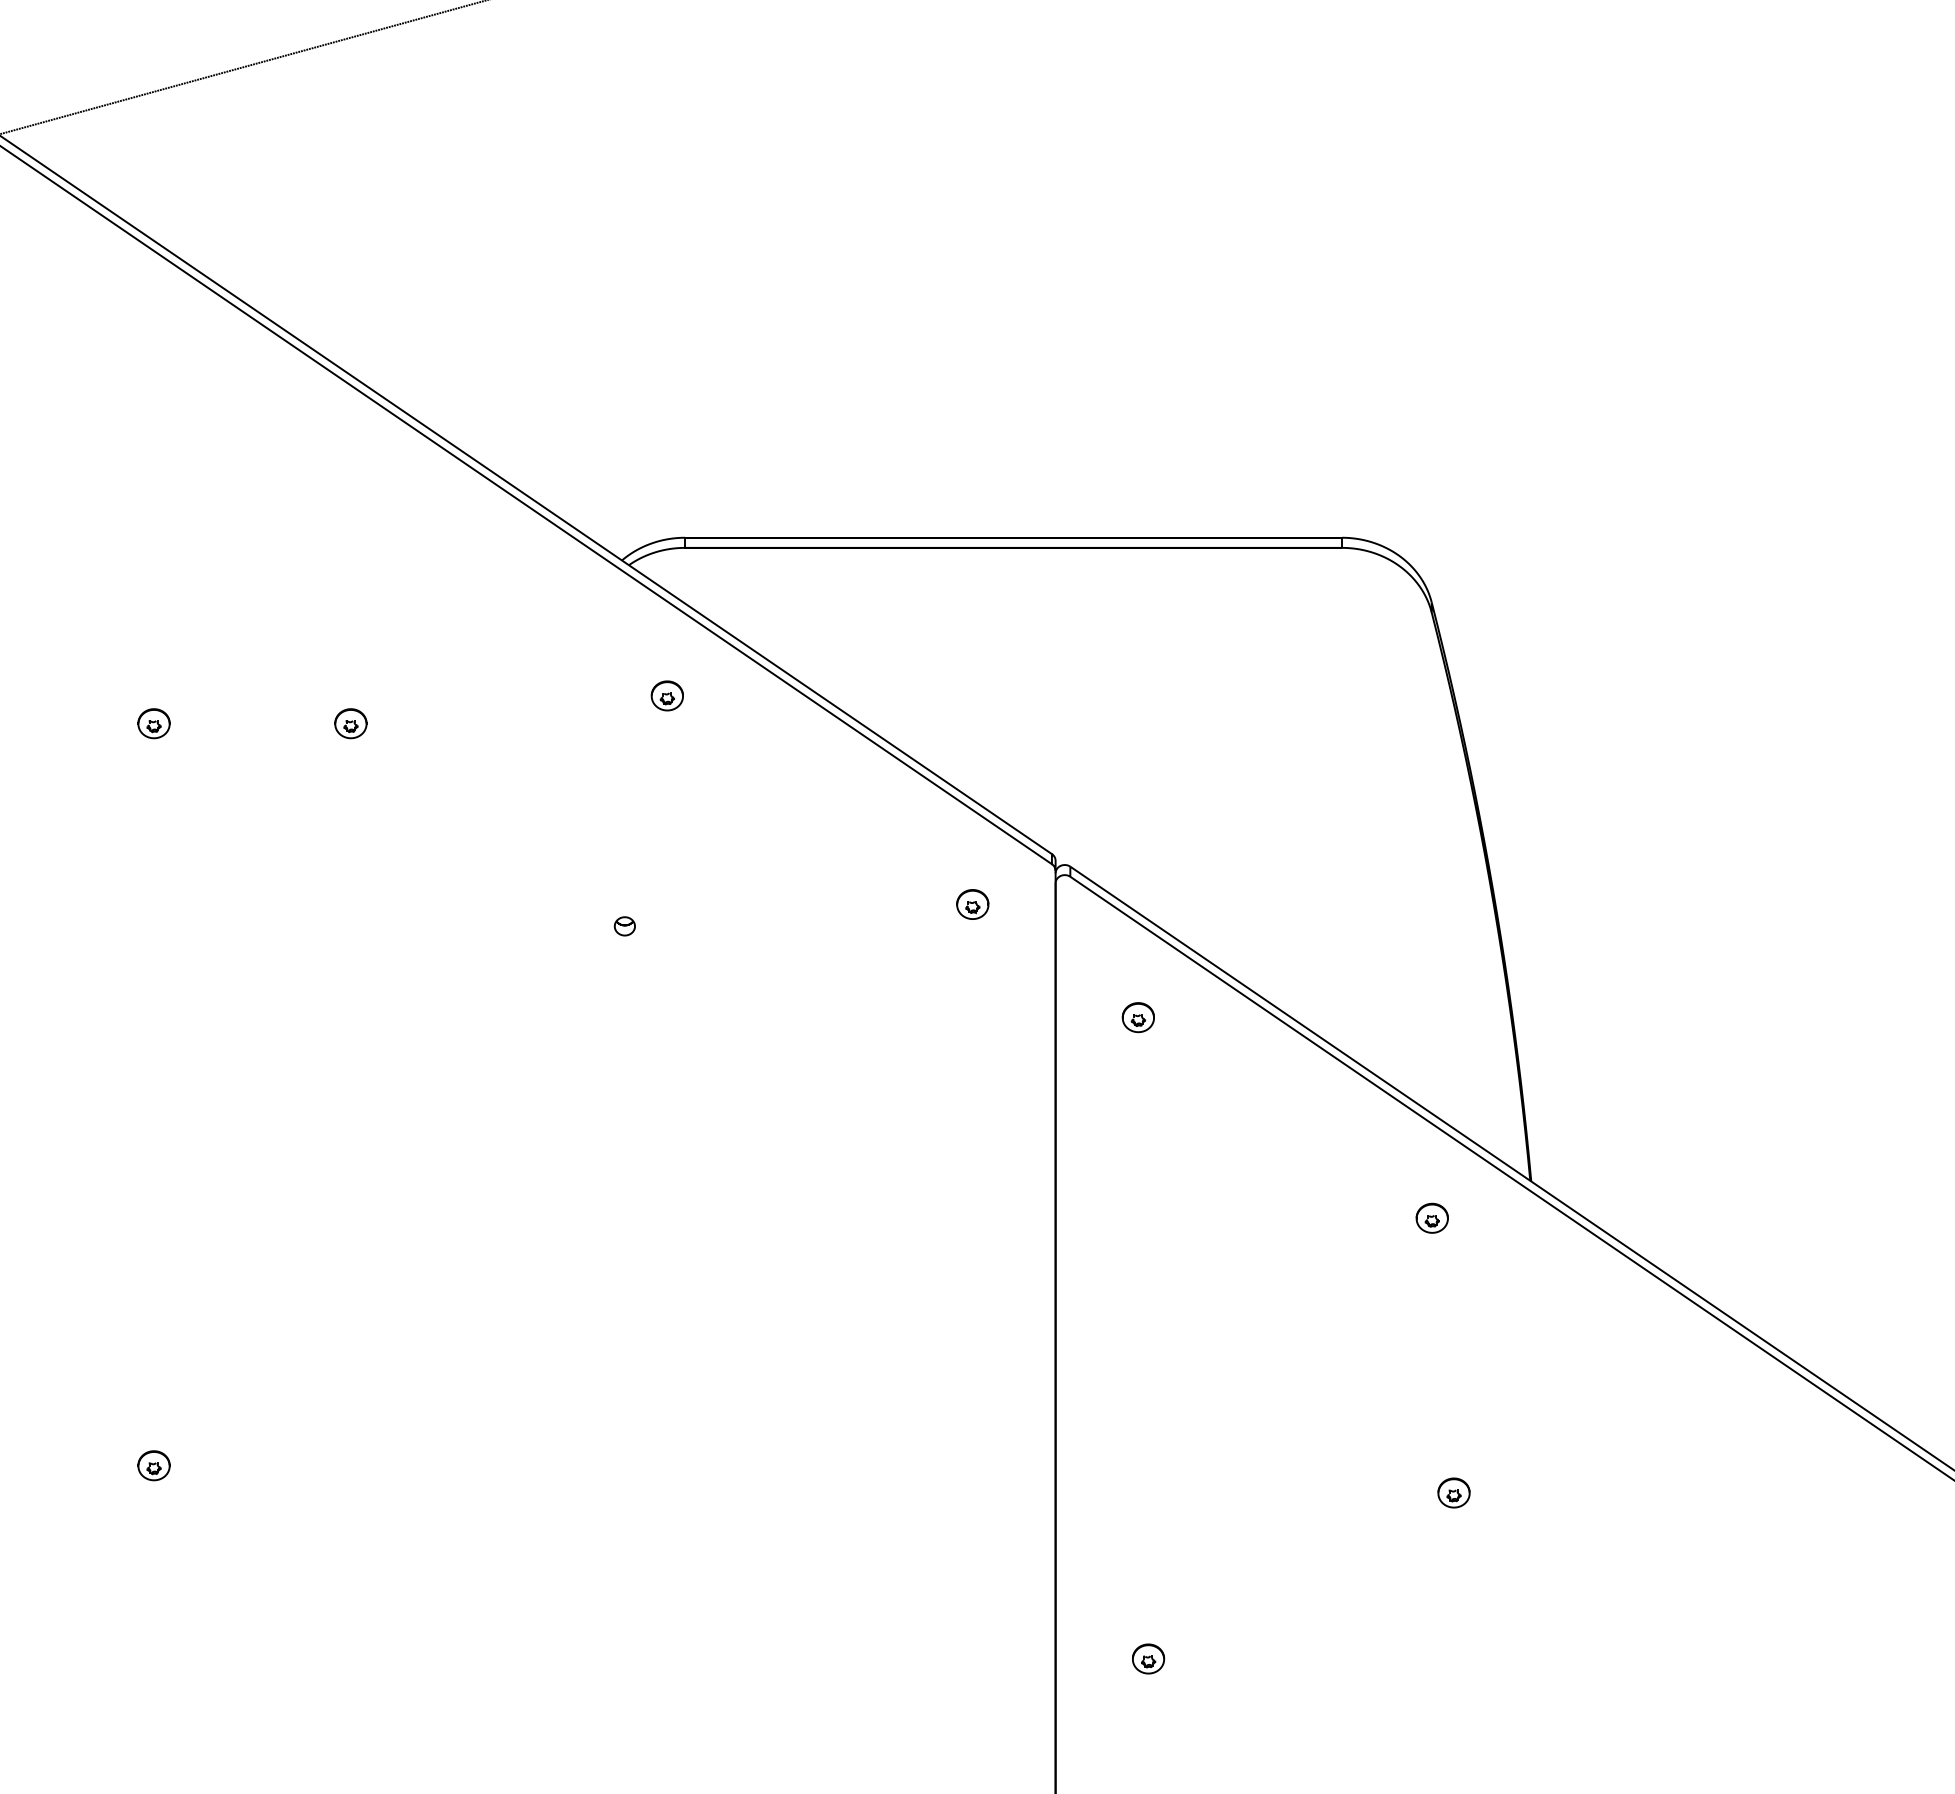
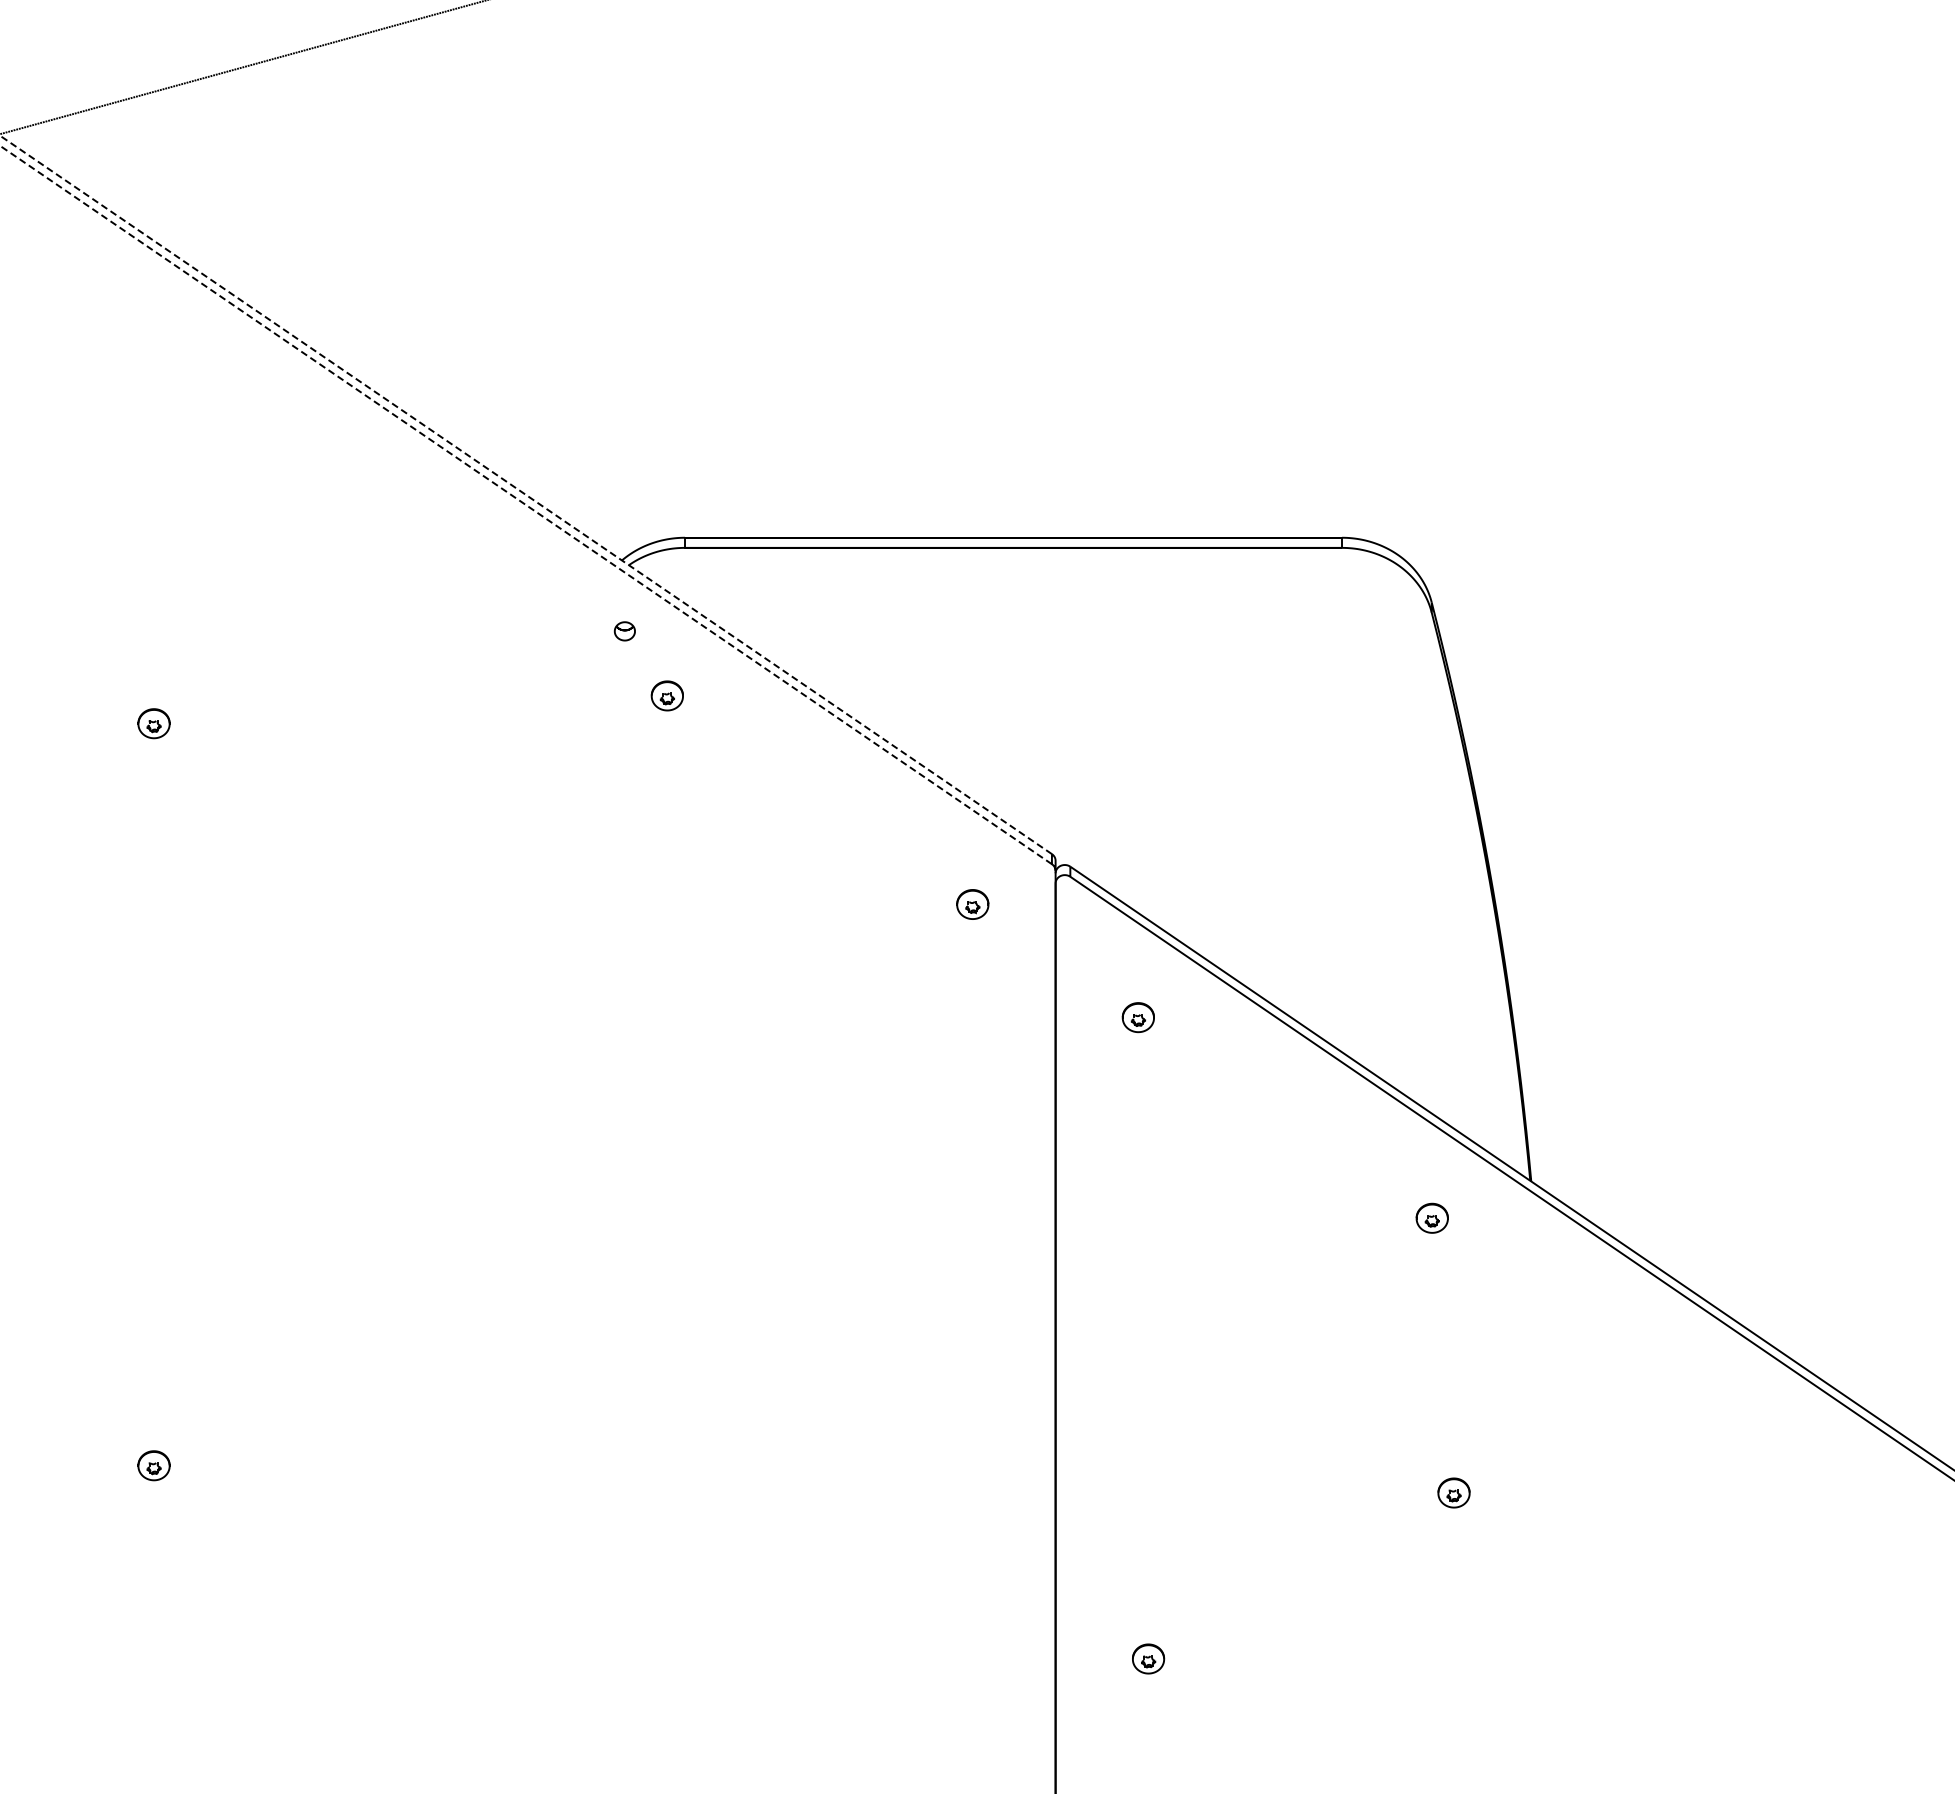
line at (526, 495): solid -> dashed
line at (526, 505): solid -> dashed
part at (350, 723): present -> none
part at (624, 926) position: (624, 926) -> (624, 631)
